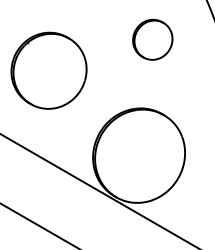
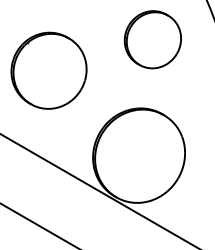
part at (152, 39) size: 42x43 px -> 59x60 px
